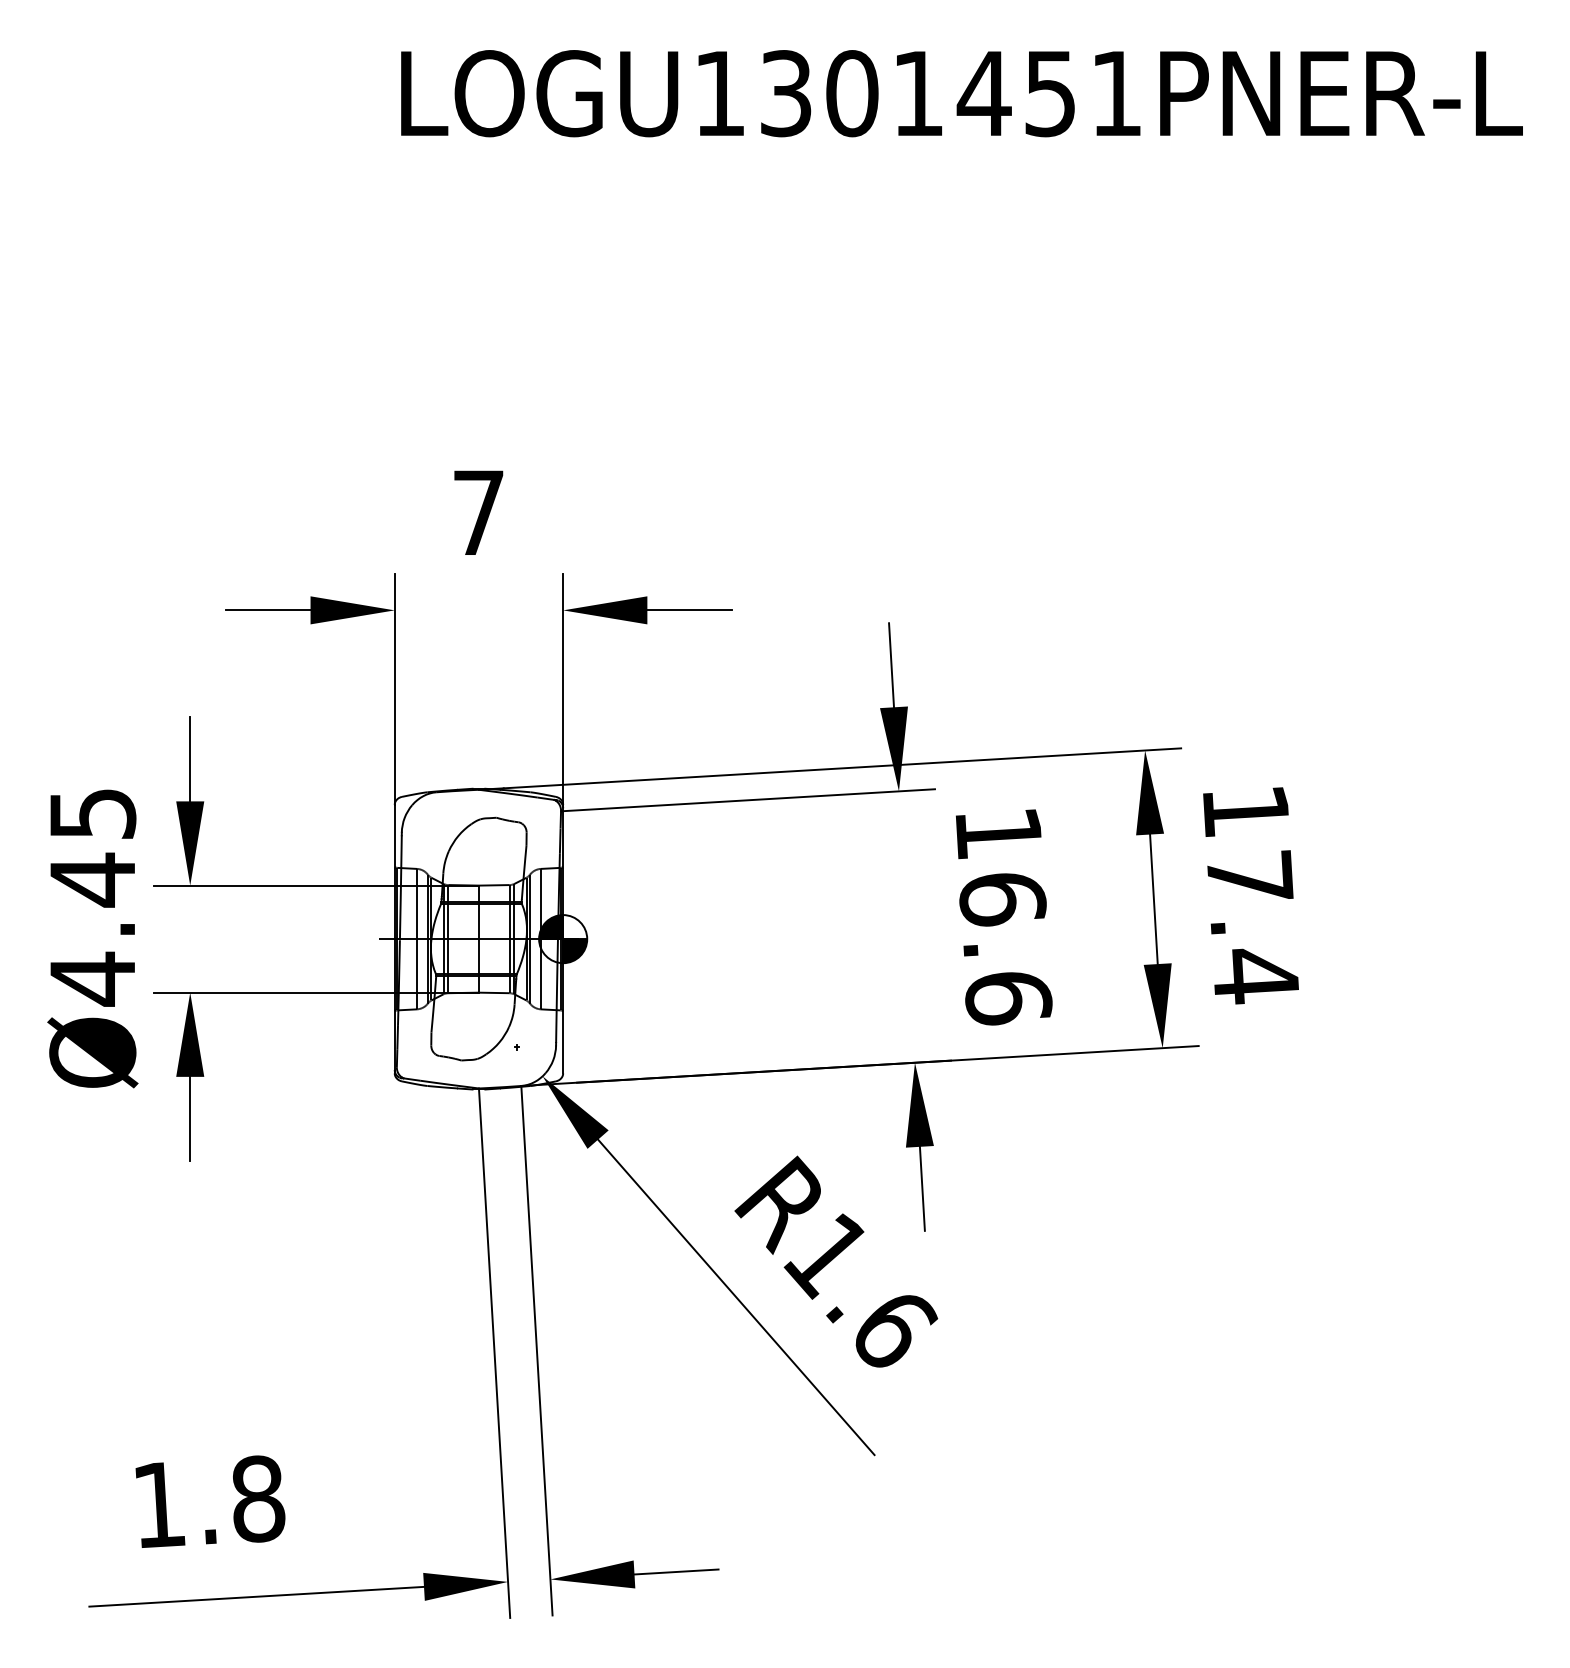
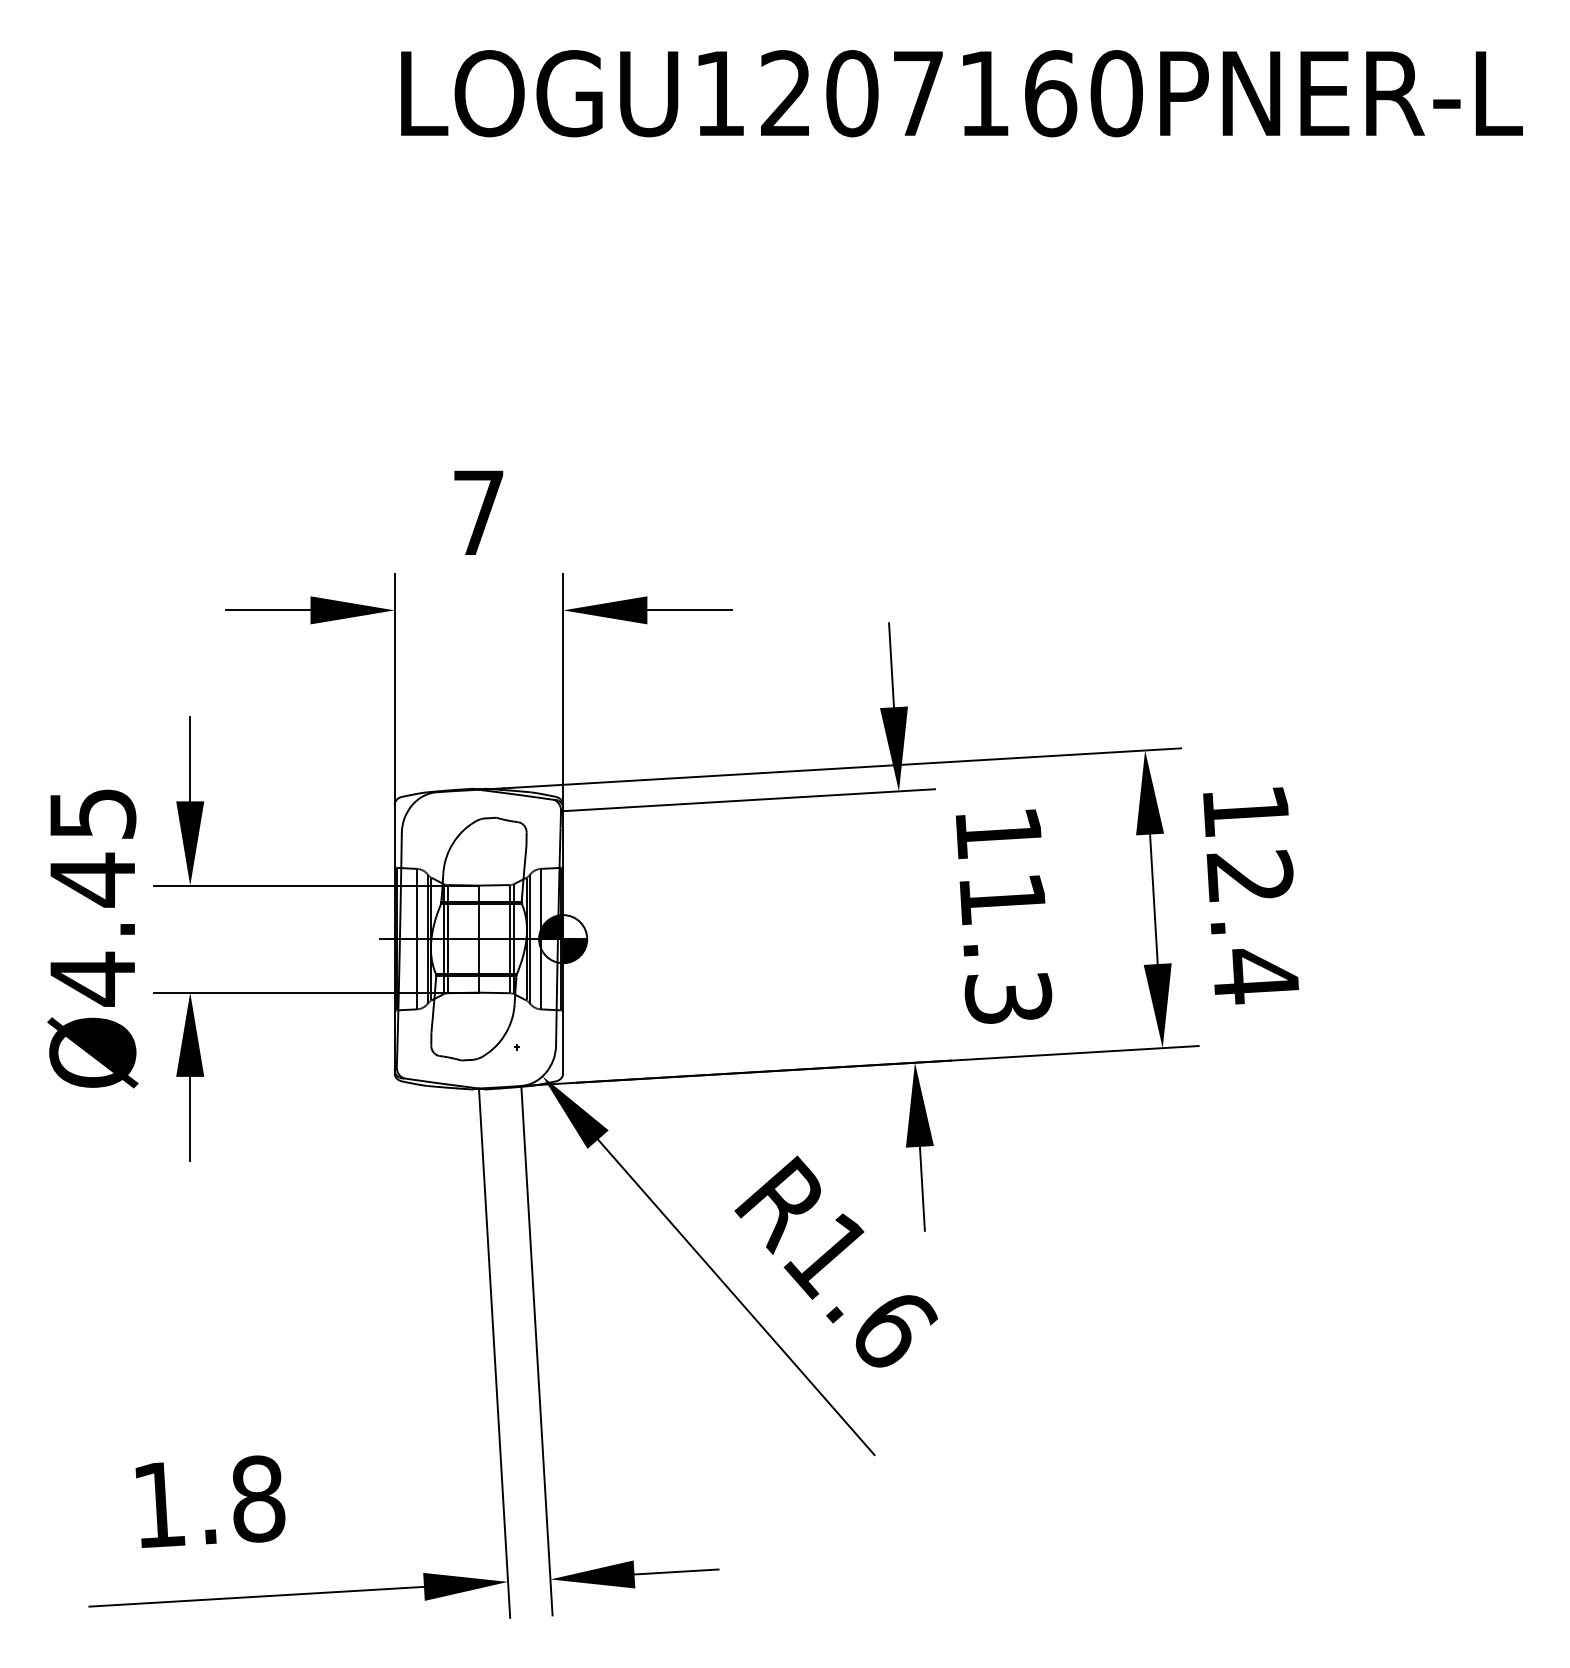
text at (951, 93): LOGU1301451PNER-L -> LOGU1207160PNER-L
text at (1249, 876): 17.4 -> 12.4
text at (1005, 949): 16.6 -> 11.3
